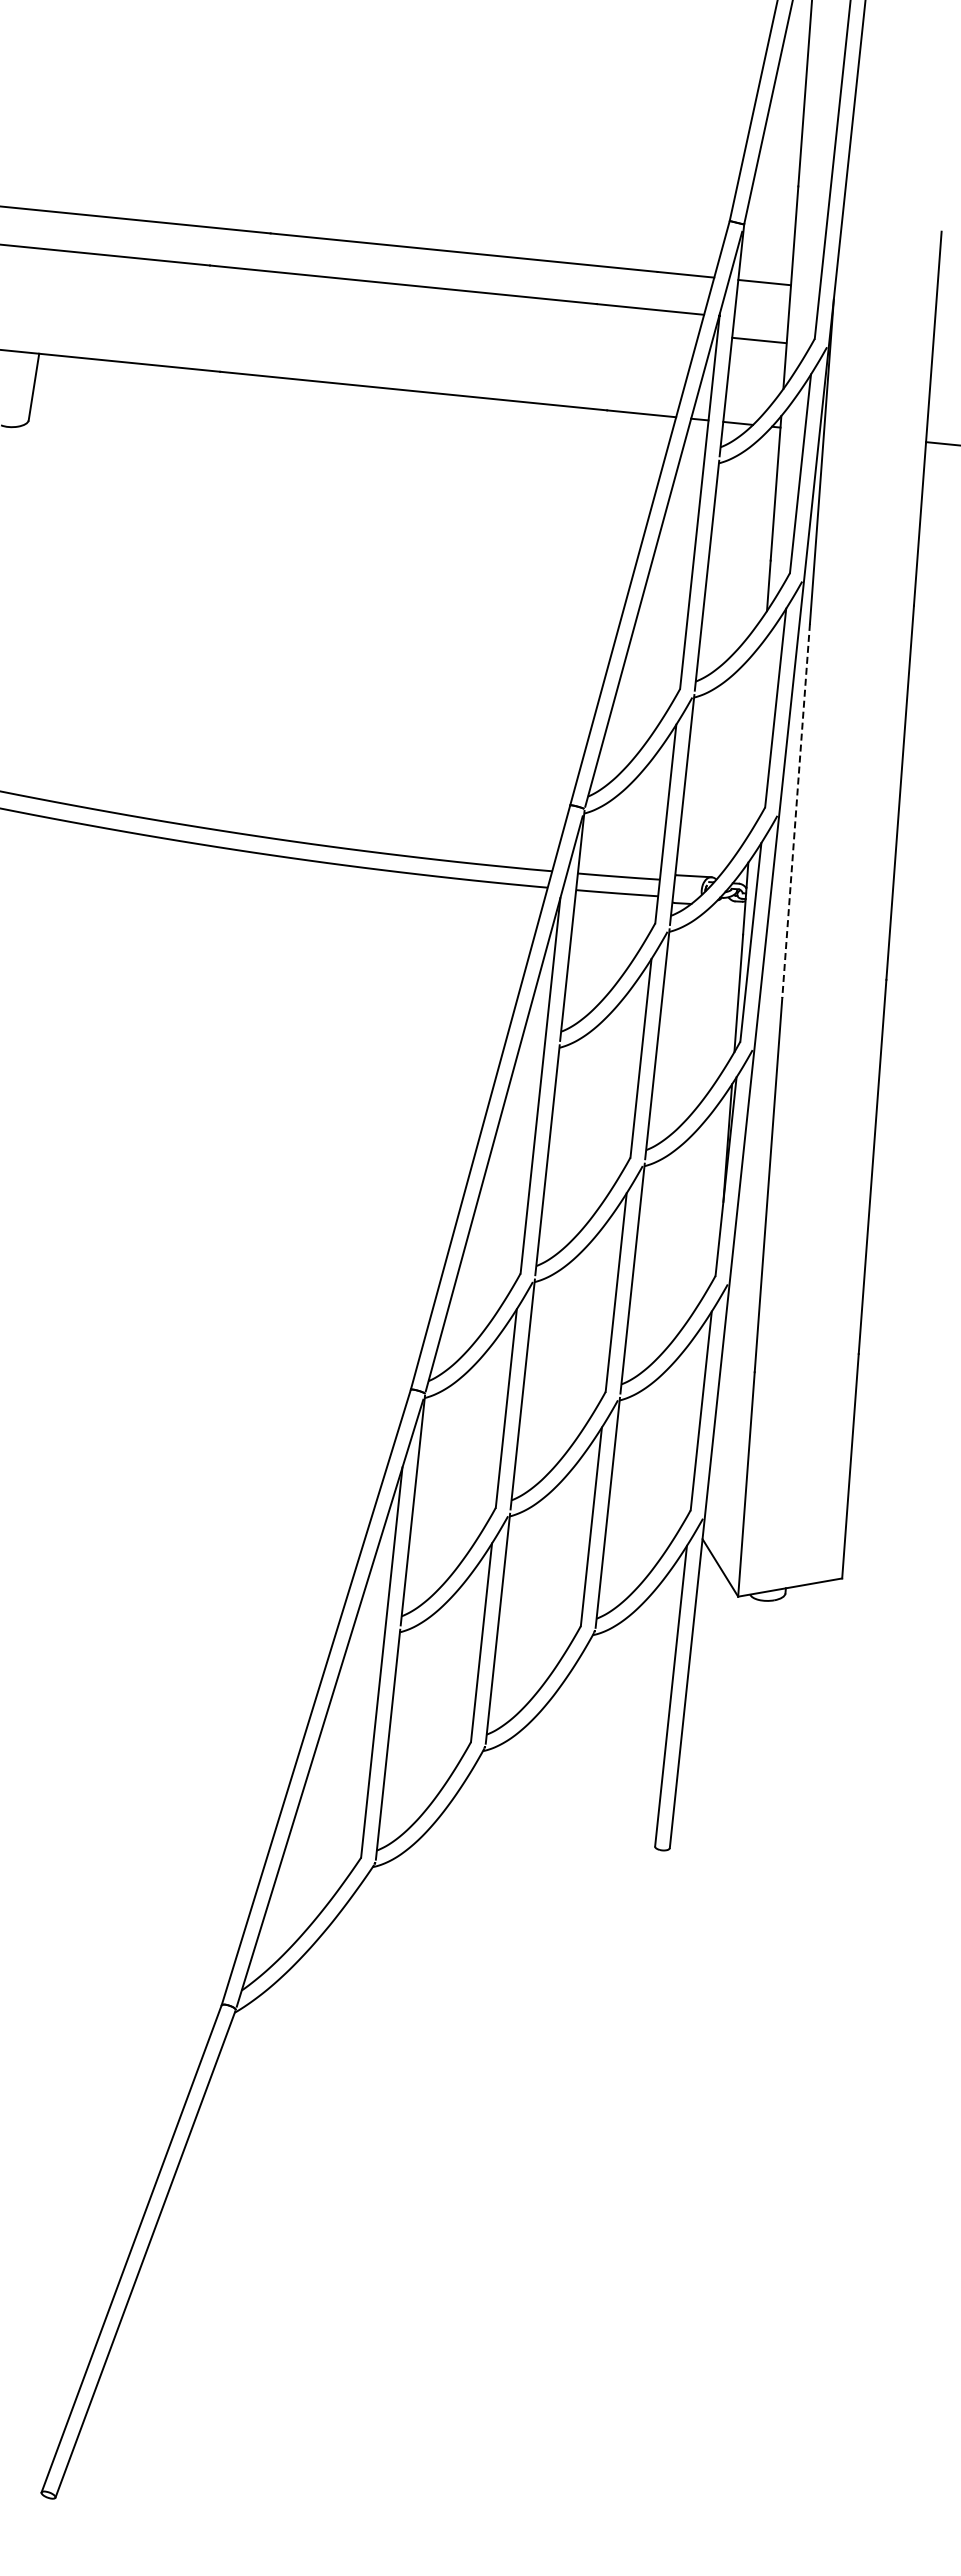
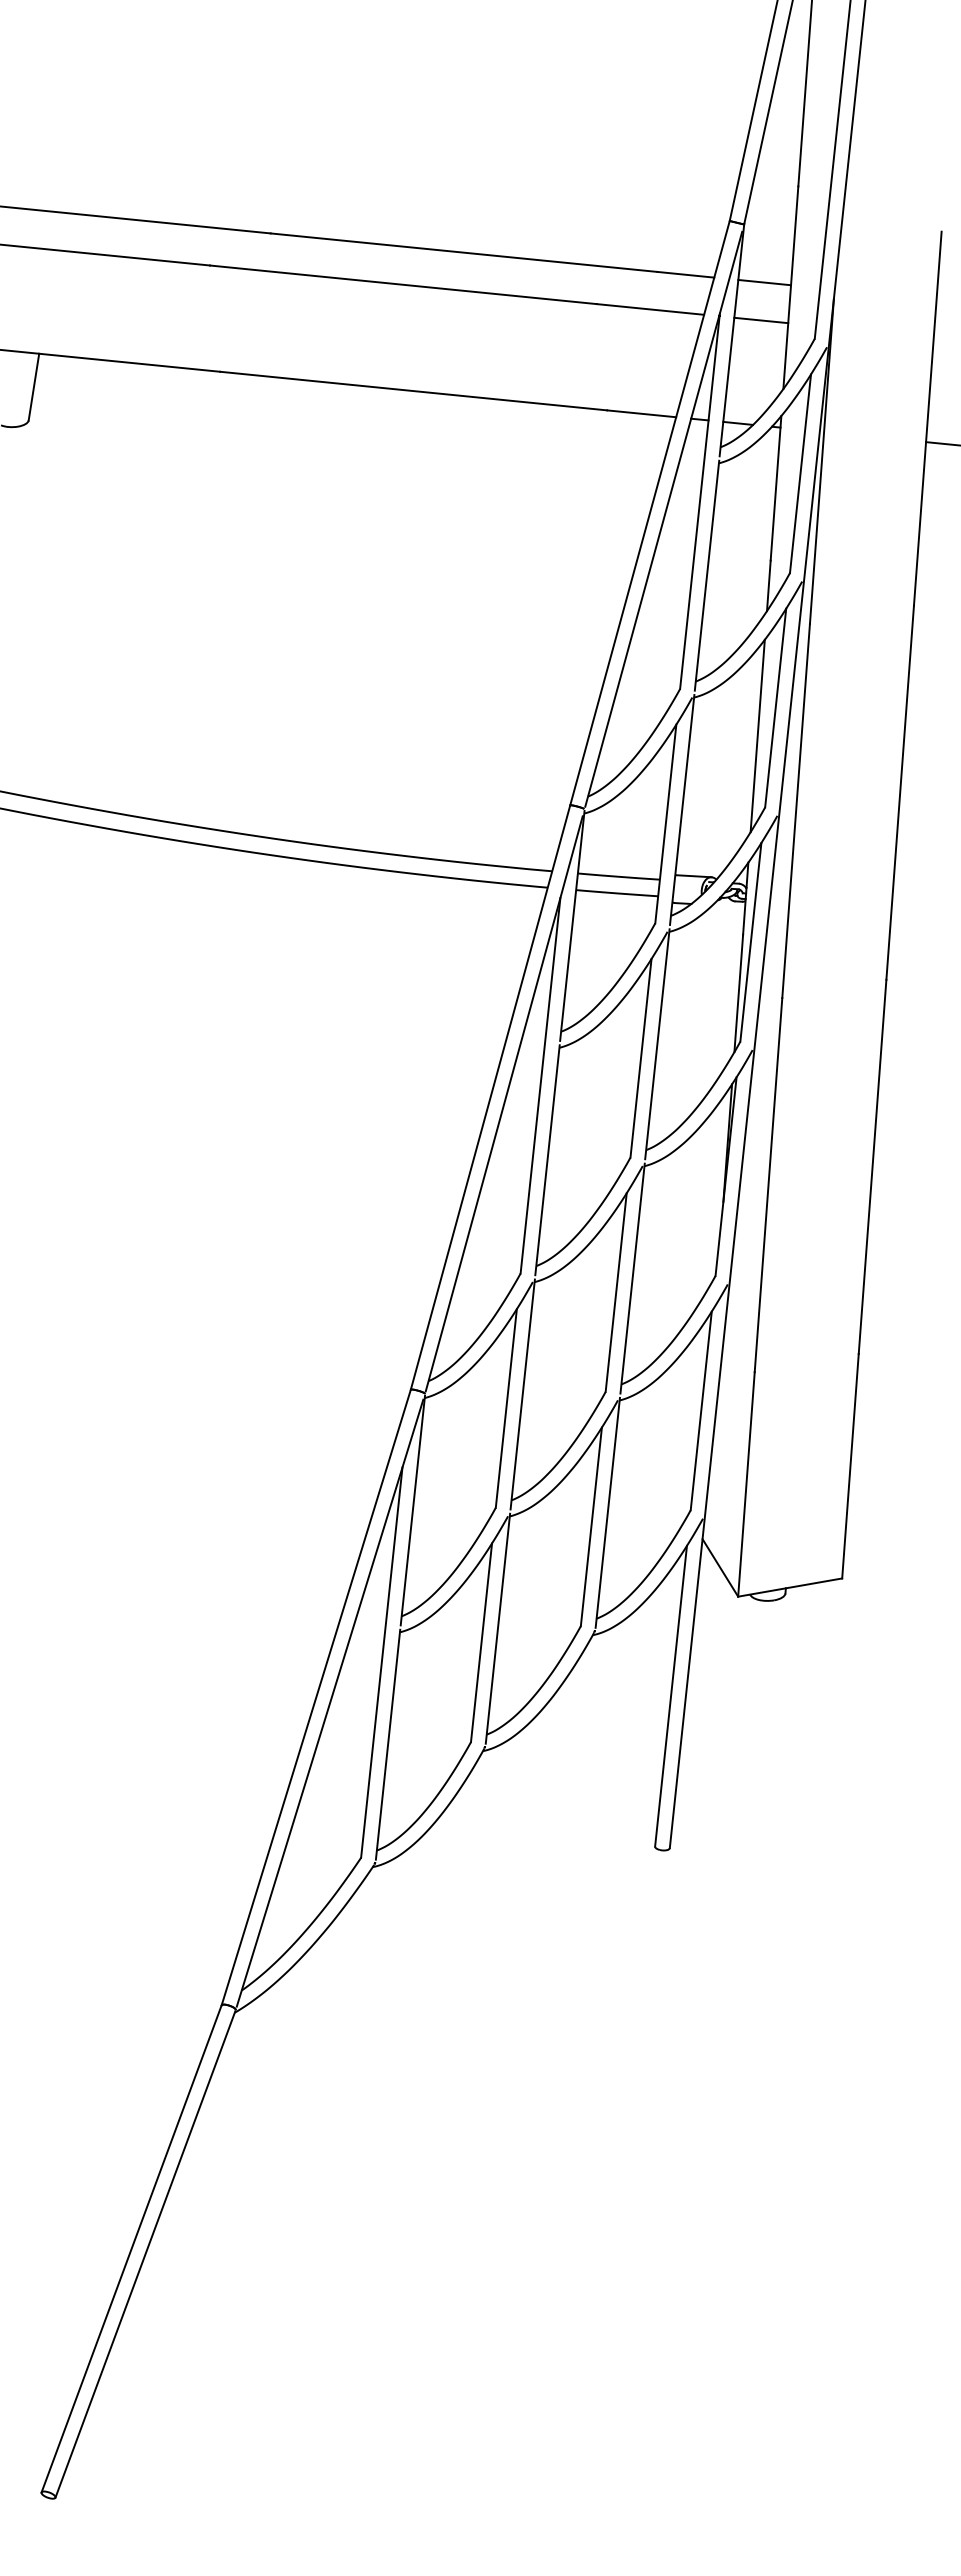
line at (759, 340) position: (759, 340) -> (761, 320)
line at (757, 735): none -> present
line at (796, 811): dashed -> solid
